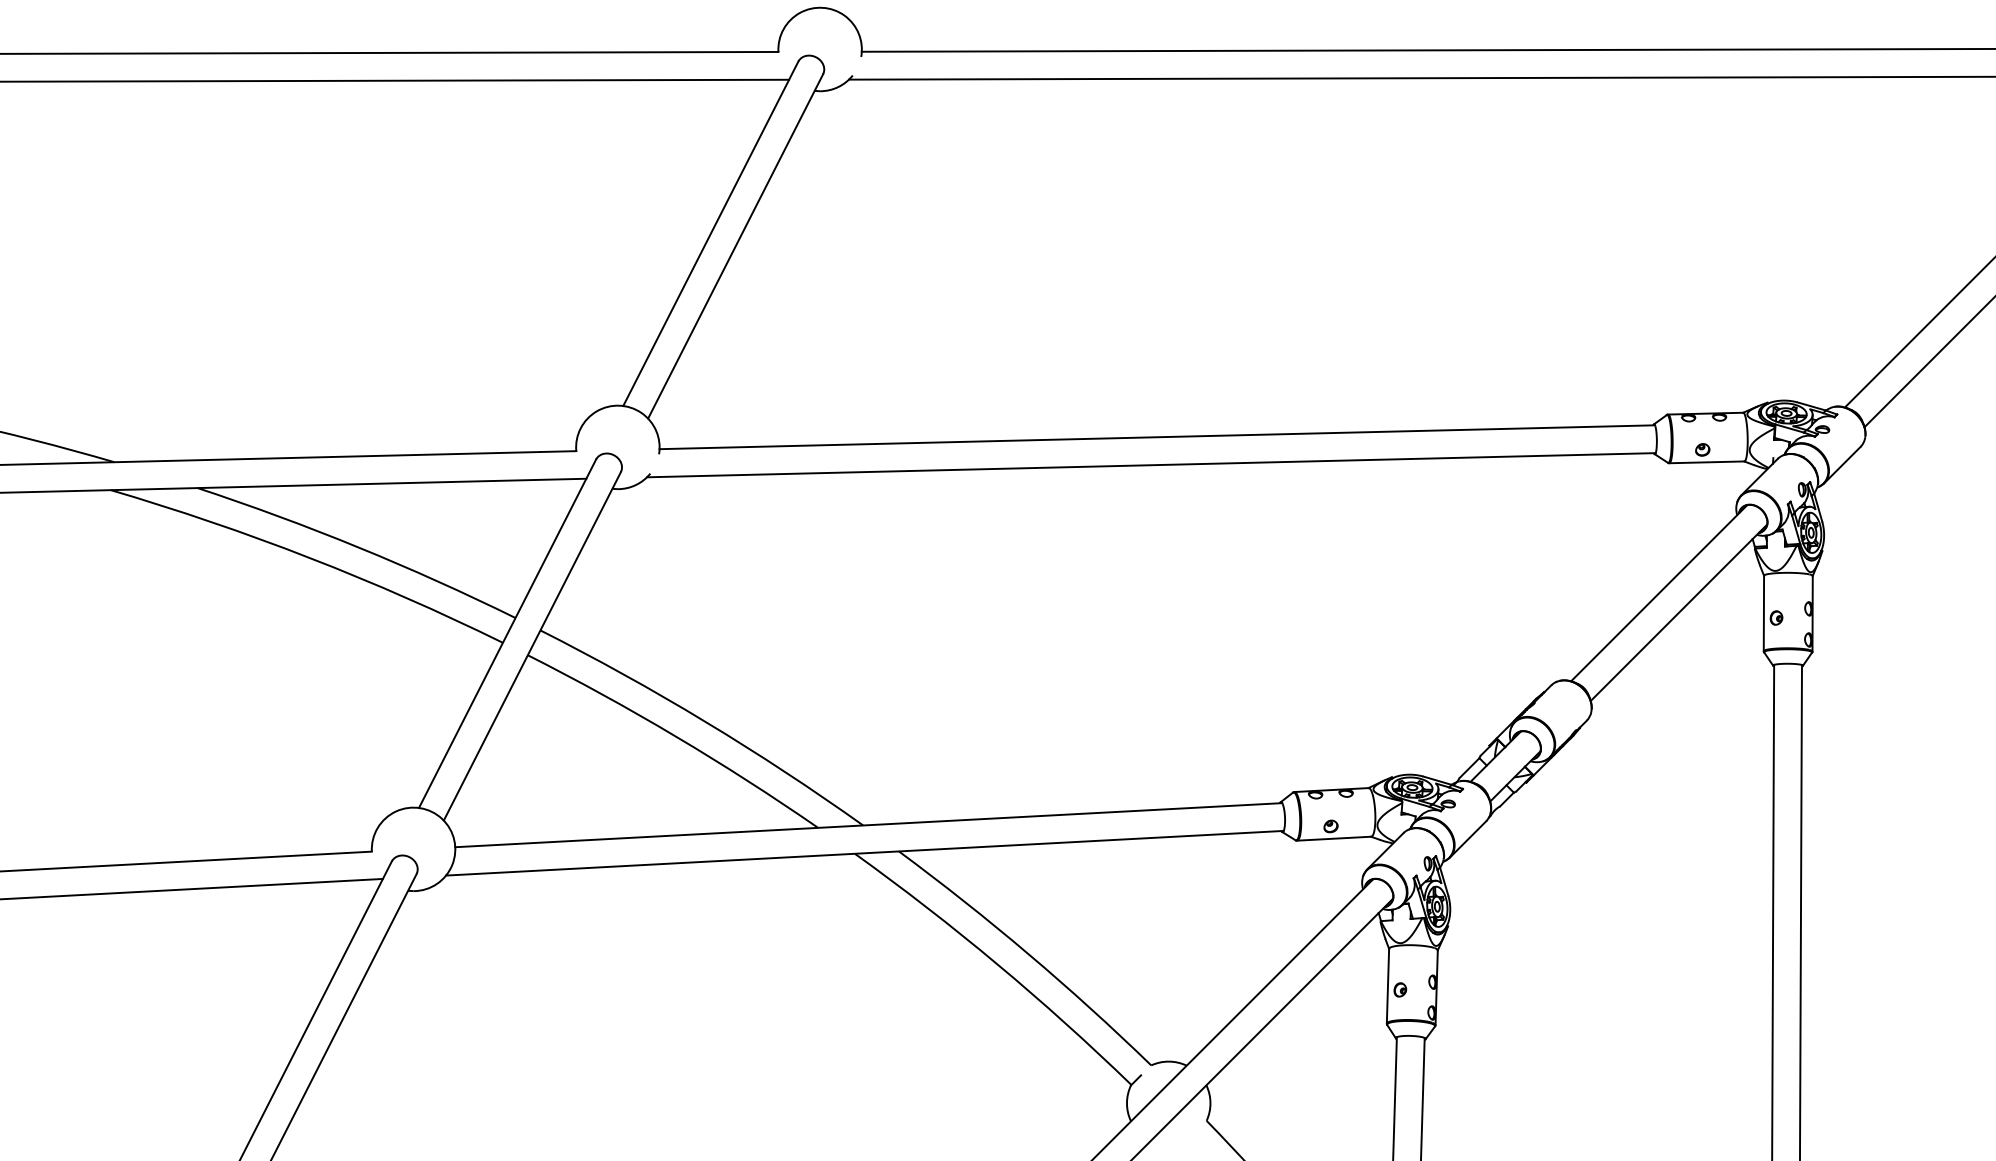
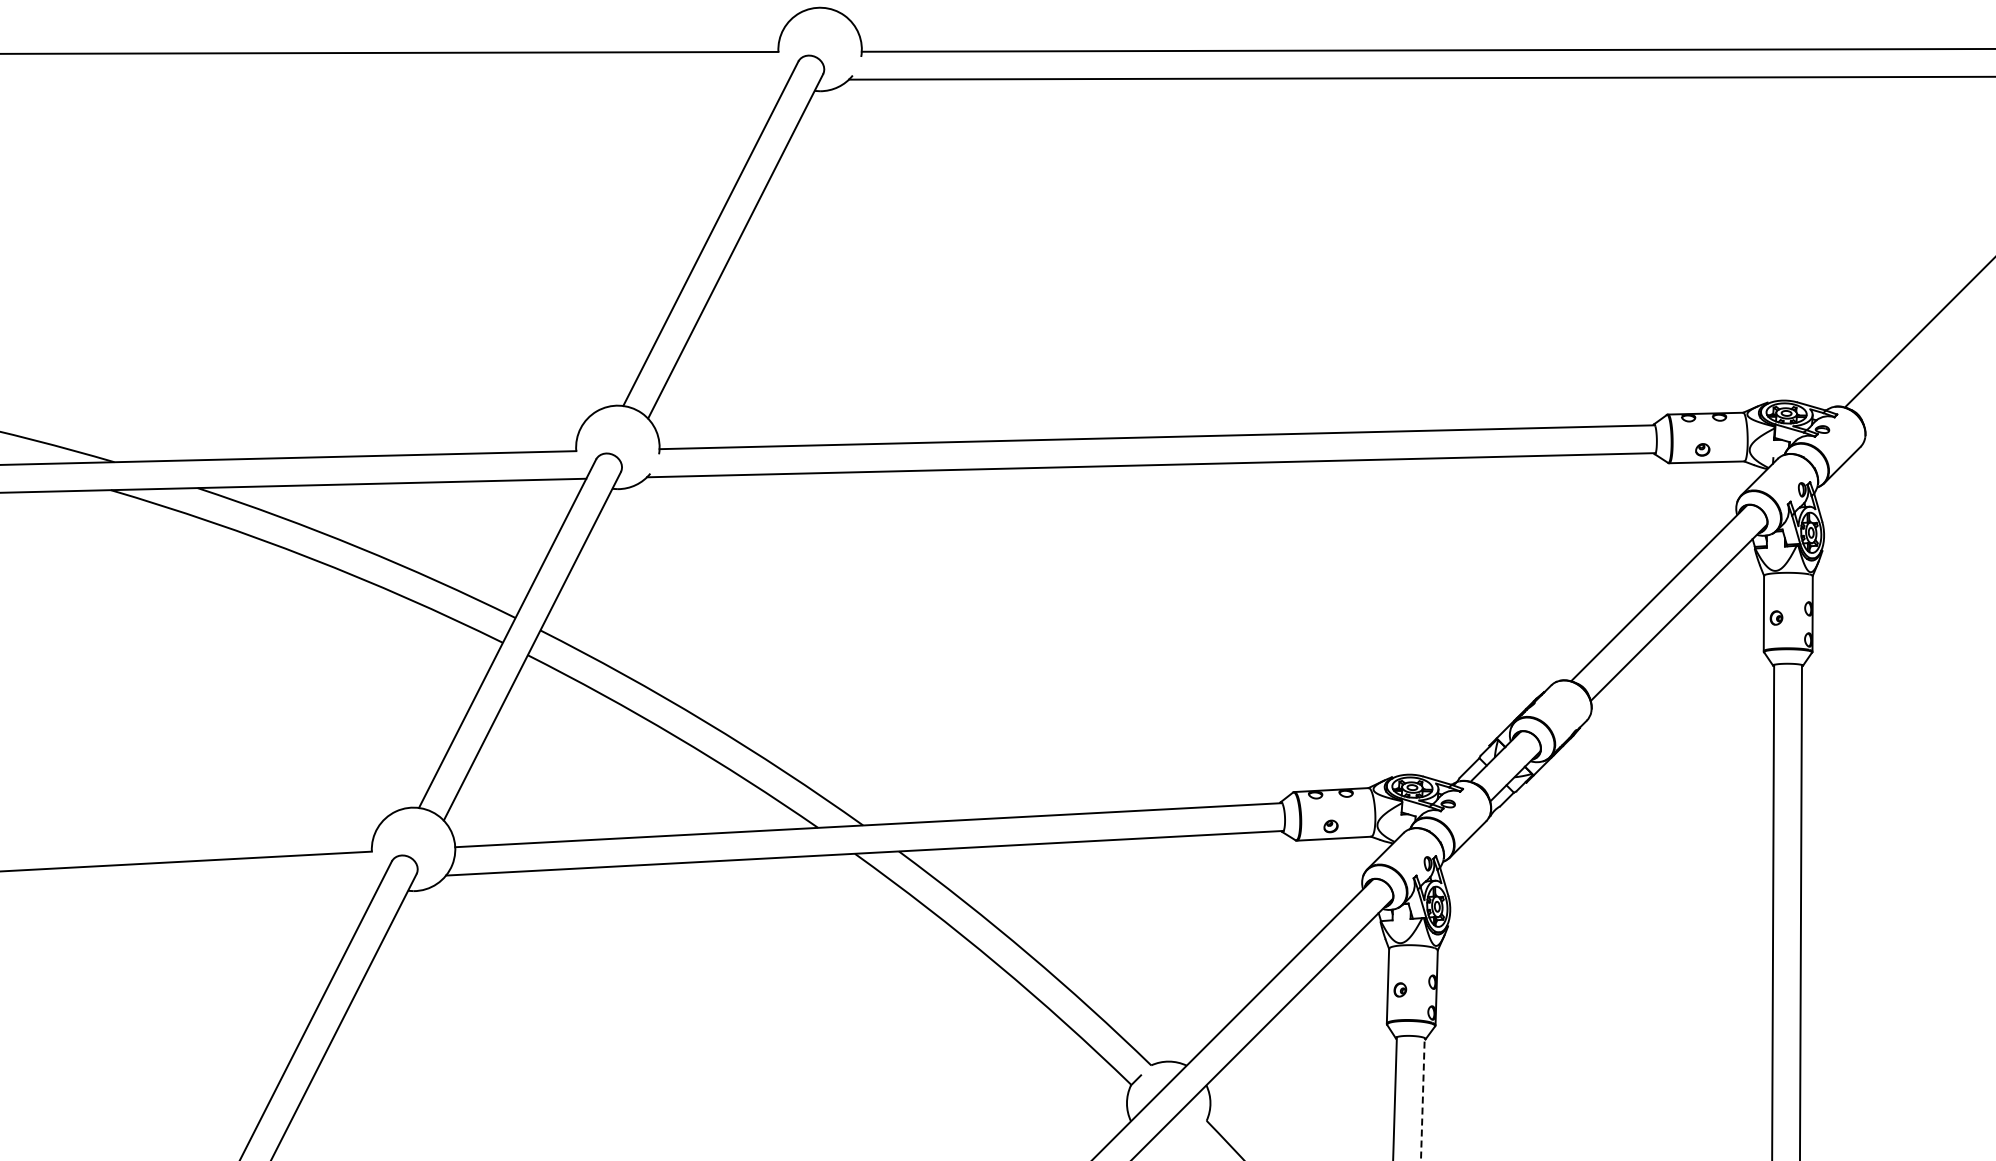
line at (395, 80): present -> none
line at (1928, 363): present -> none
line at (192, 888): present -> none
line at (1422, 1098): solid -> dashed
